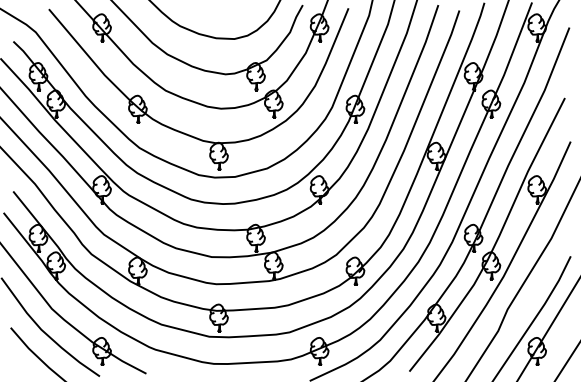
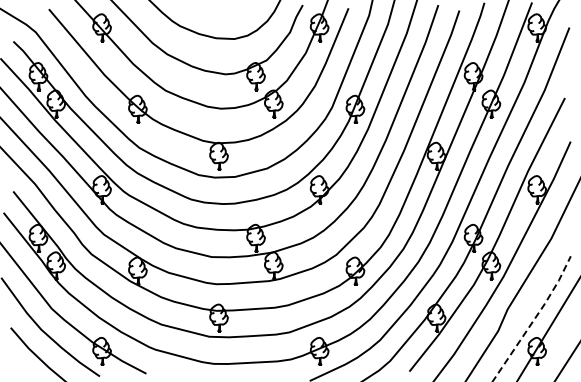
line at (534, 318): solid -> dashed
